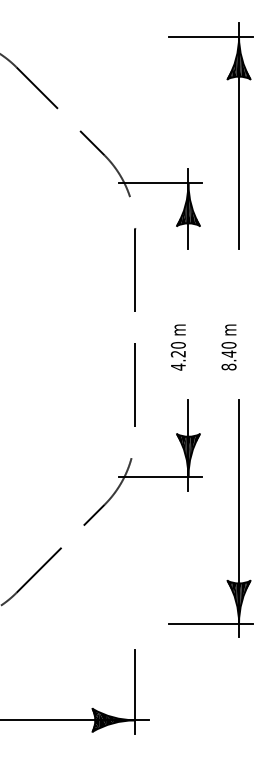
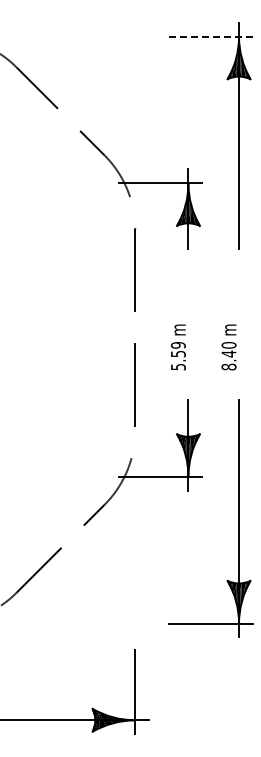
line at (211, 36): solid -> dashed
text at (177, 356): 4.20 -> 5.59
